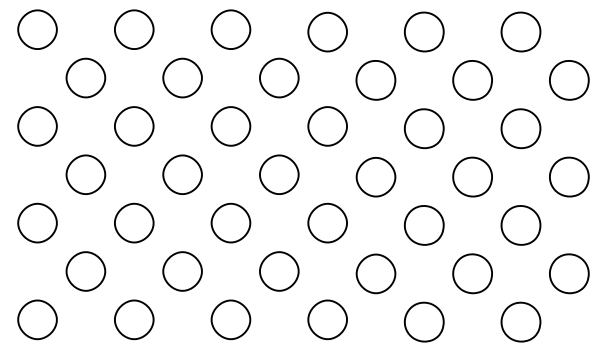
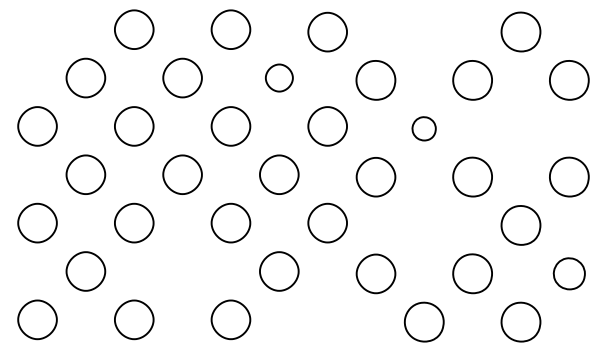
part at (37, 29): present -> none
part at (423, 31): present -> none
part at (279, 77) size: 41x42 px -> 29x30 px
part at (423, 128) size: 42x42 px -> 26x26 px
part at (520, 128): present -> none
part at (424, 225): present -> none
part at (182, 271): present -> none
part at (569, 273) size: 41x42 px -> 34x34 px
part at (327, 319): present -> none
